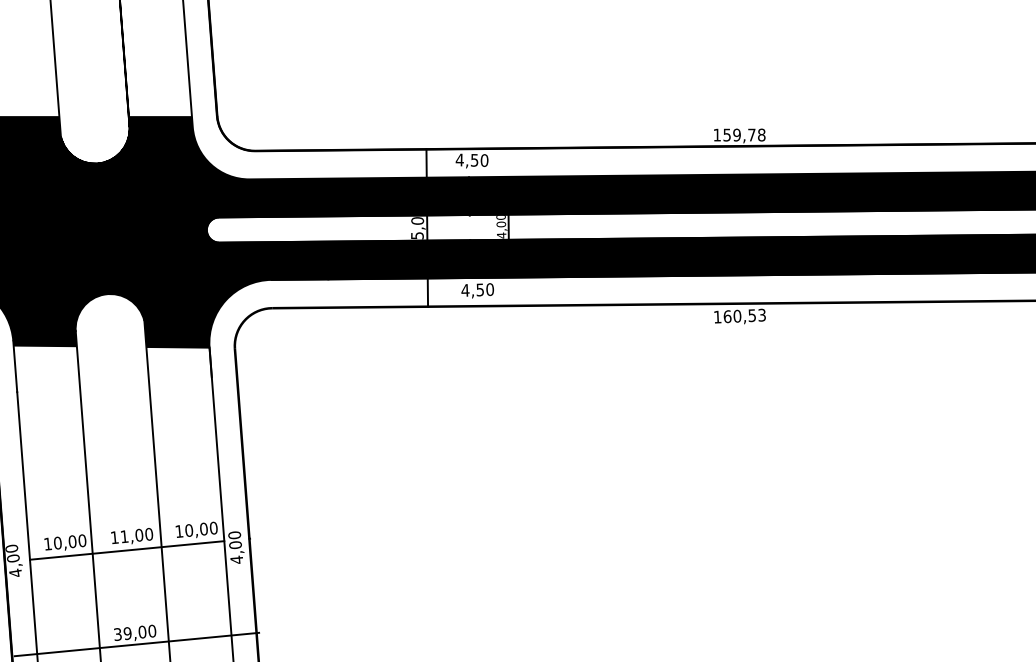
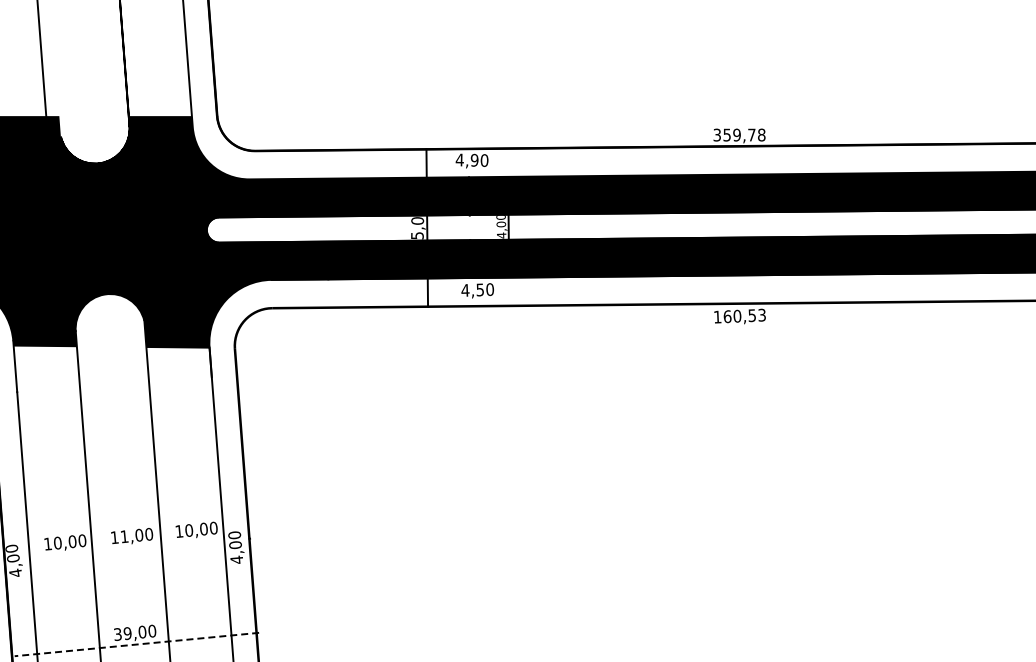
line at (55, 69) position: (55, 69) -> (42, 69)
text at (716, 134): 159,78 -> 359,78
text at (474, 159): 4,50 -> 4,90
line at (127, 550): present -> none
line at (136, 644): solid -> dashed
